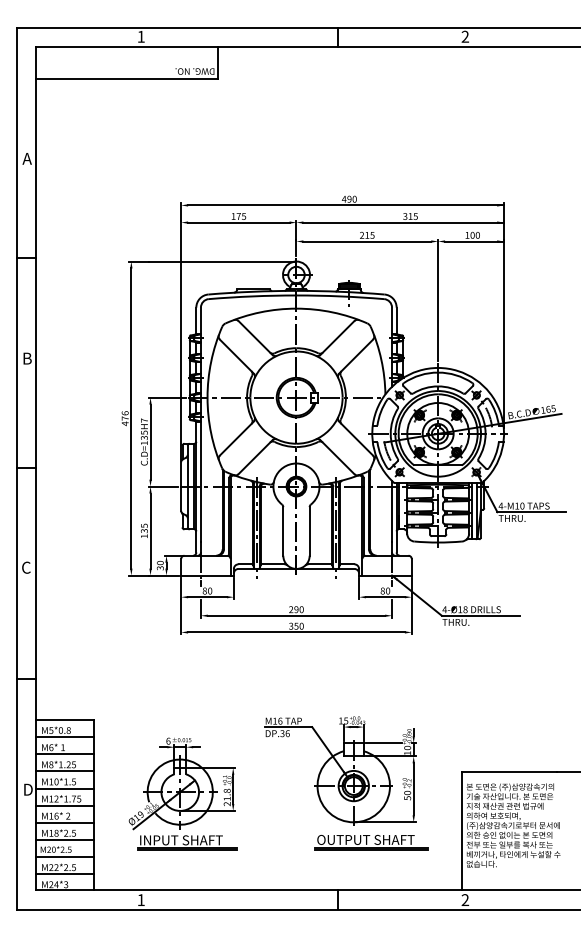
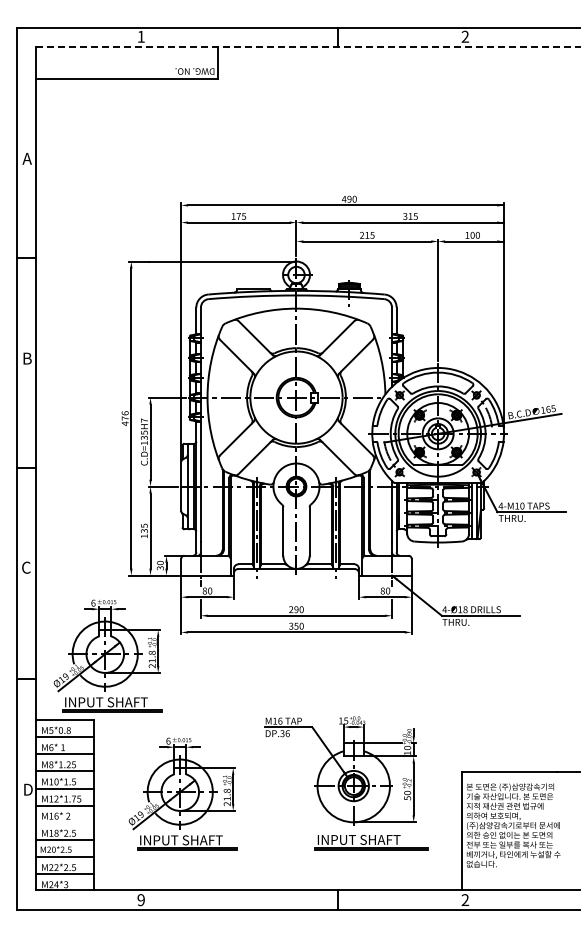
line at (308, 46): solid -> dashed
part at (107, 655): none -> present
line at (65, 822): present -> none
text at (365, 839): OUTPUT SHAFT -> INPUT SHAFT
text at (140, 900): 1 -> 9
